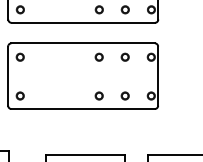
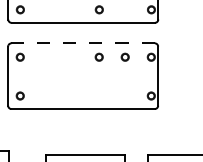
part at (124, 9): present -> none
line at (83, 43): solid -> dashed
part at (98, 95): present -> none
part at (124, 95): present -> none
